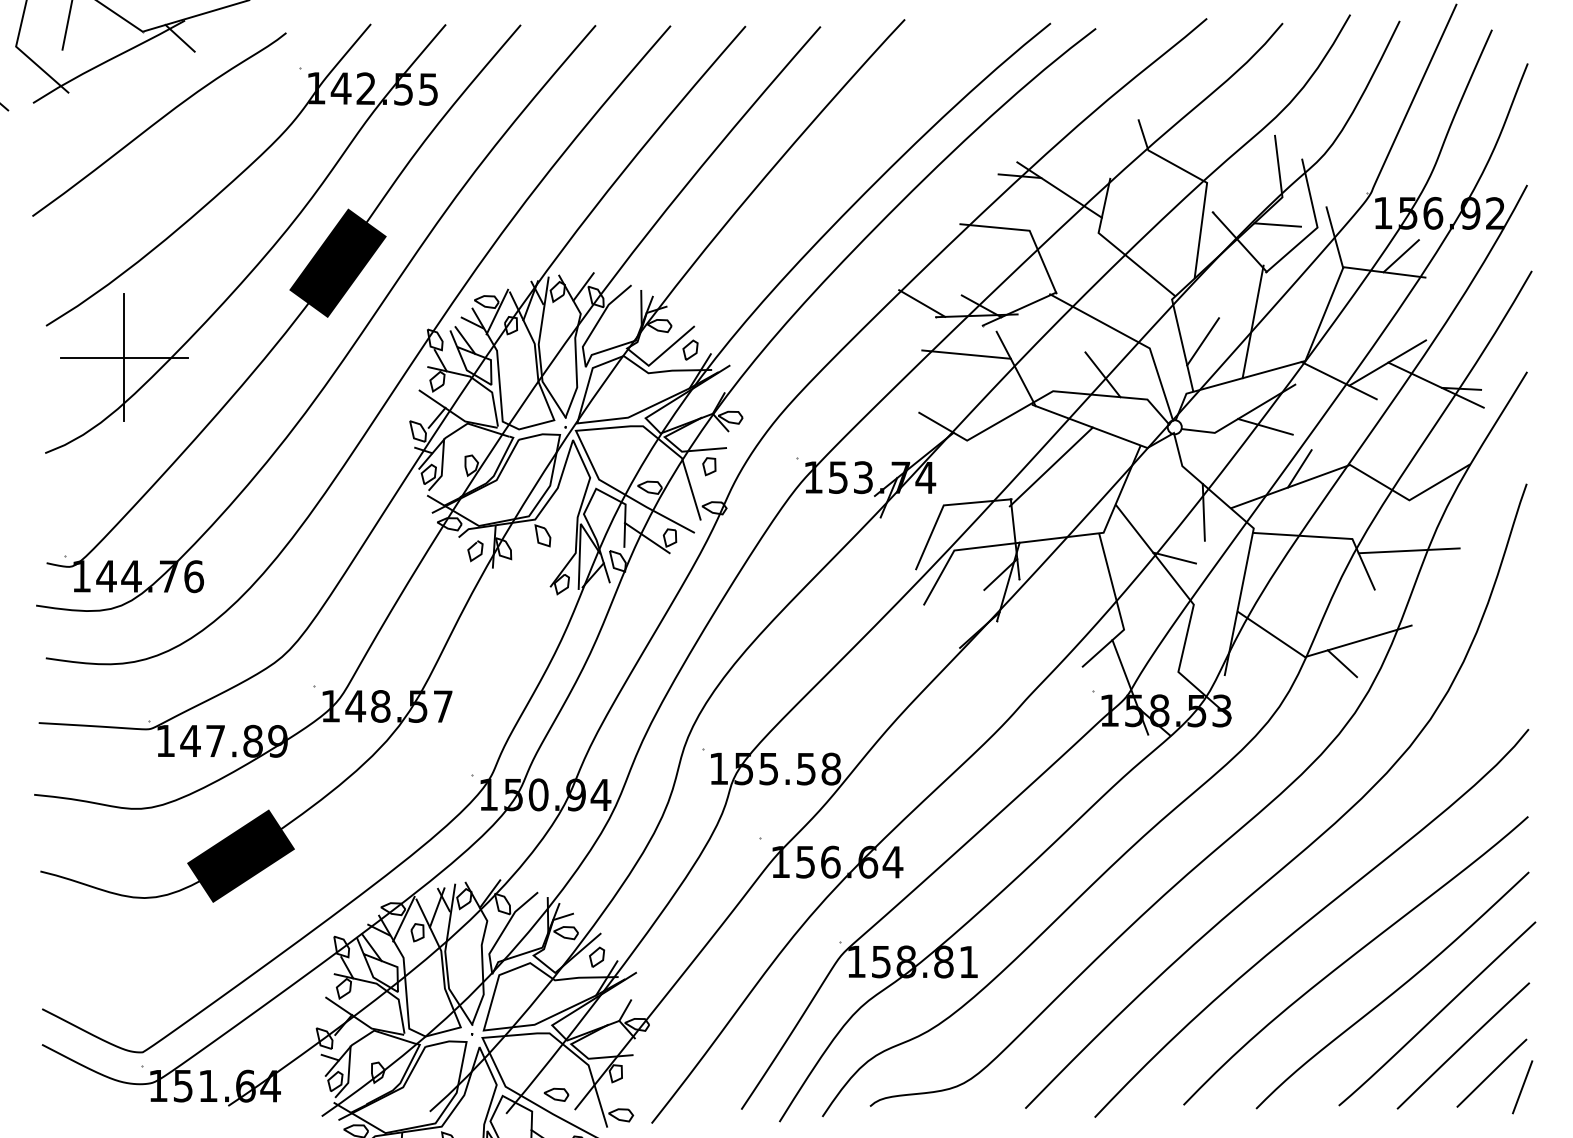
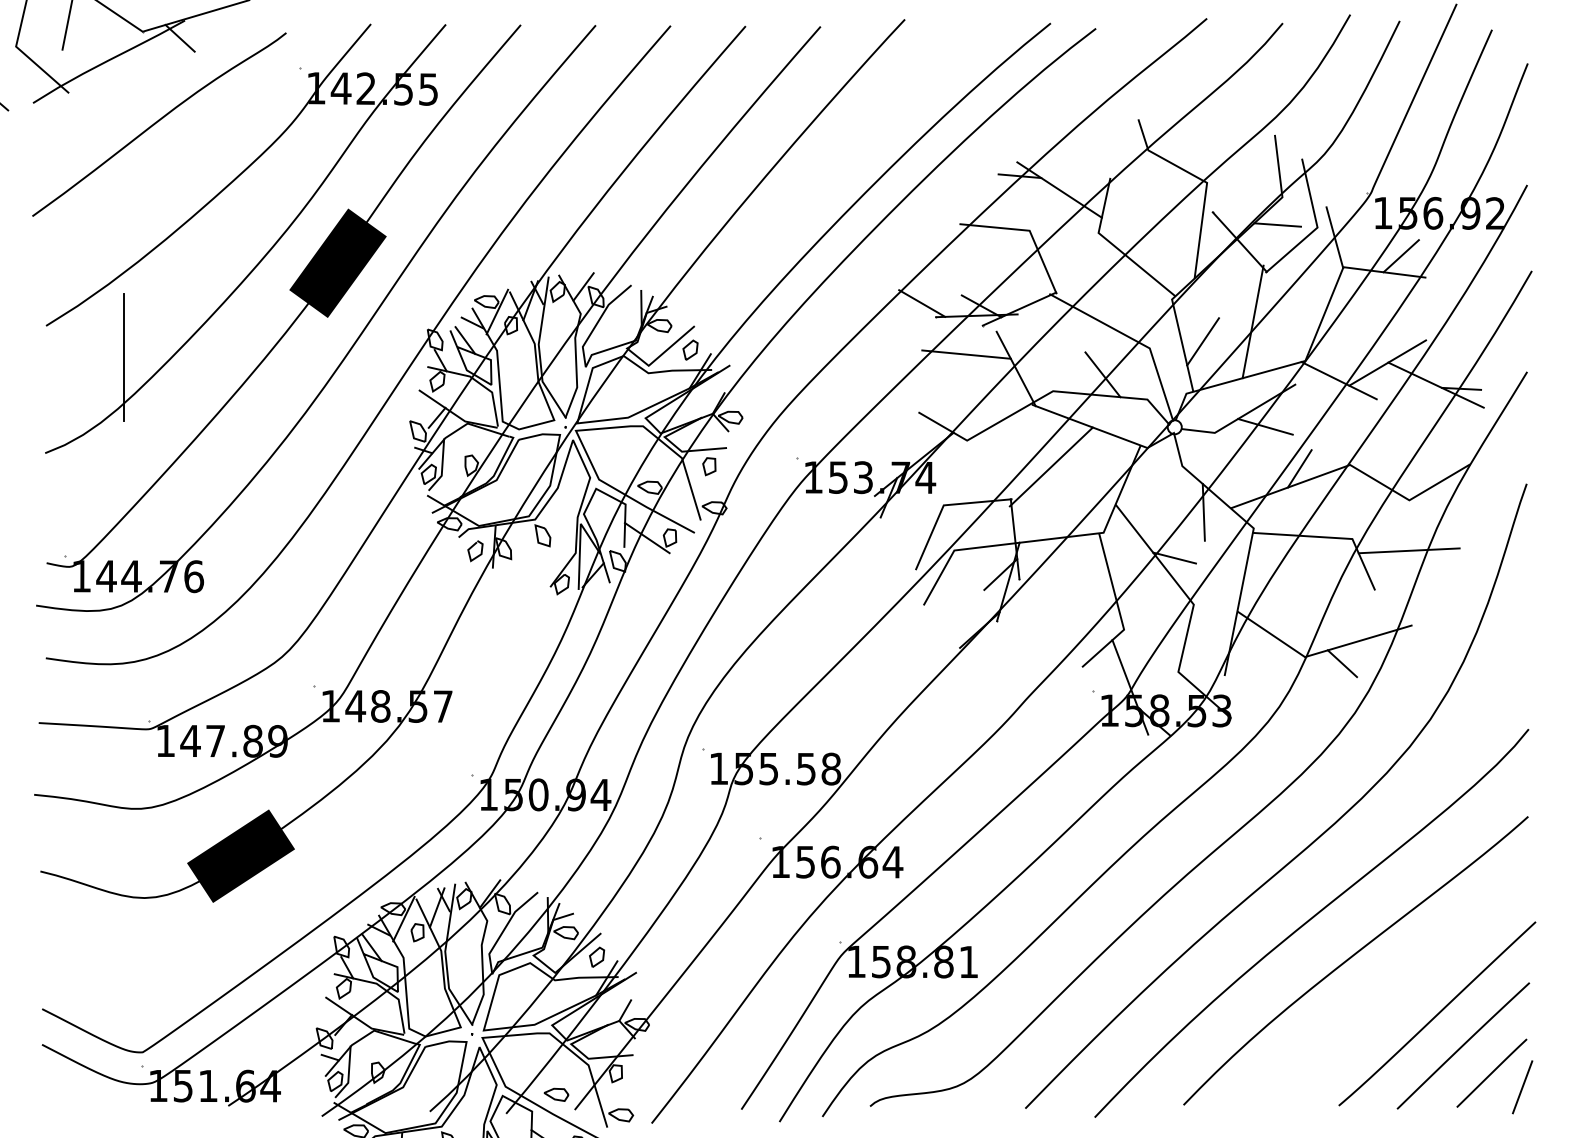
line at (124, 357): present -> none
curve at (1393, 991): present -> none
